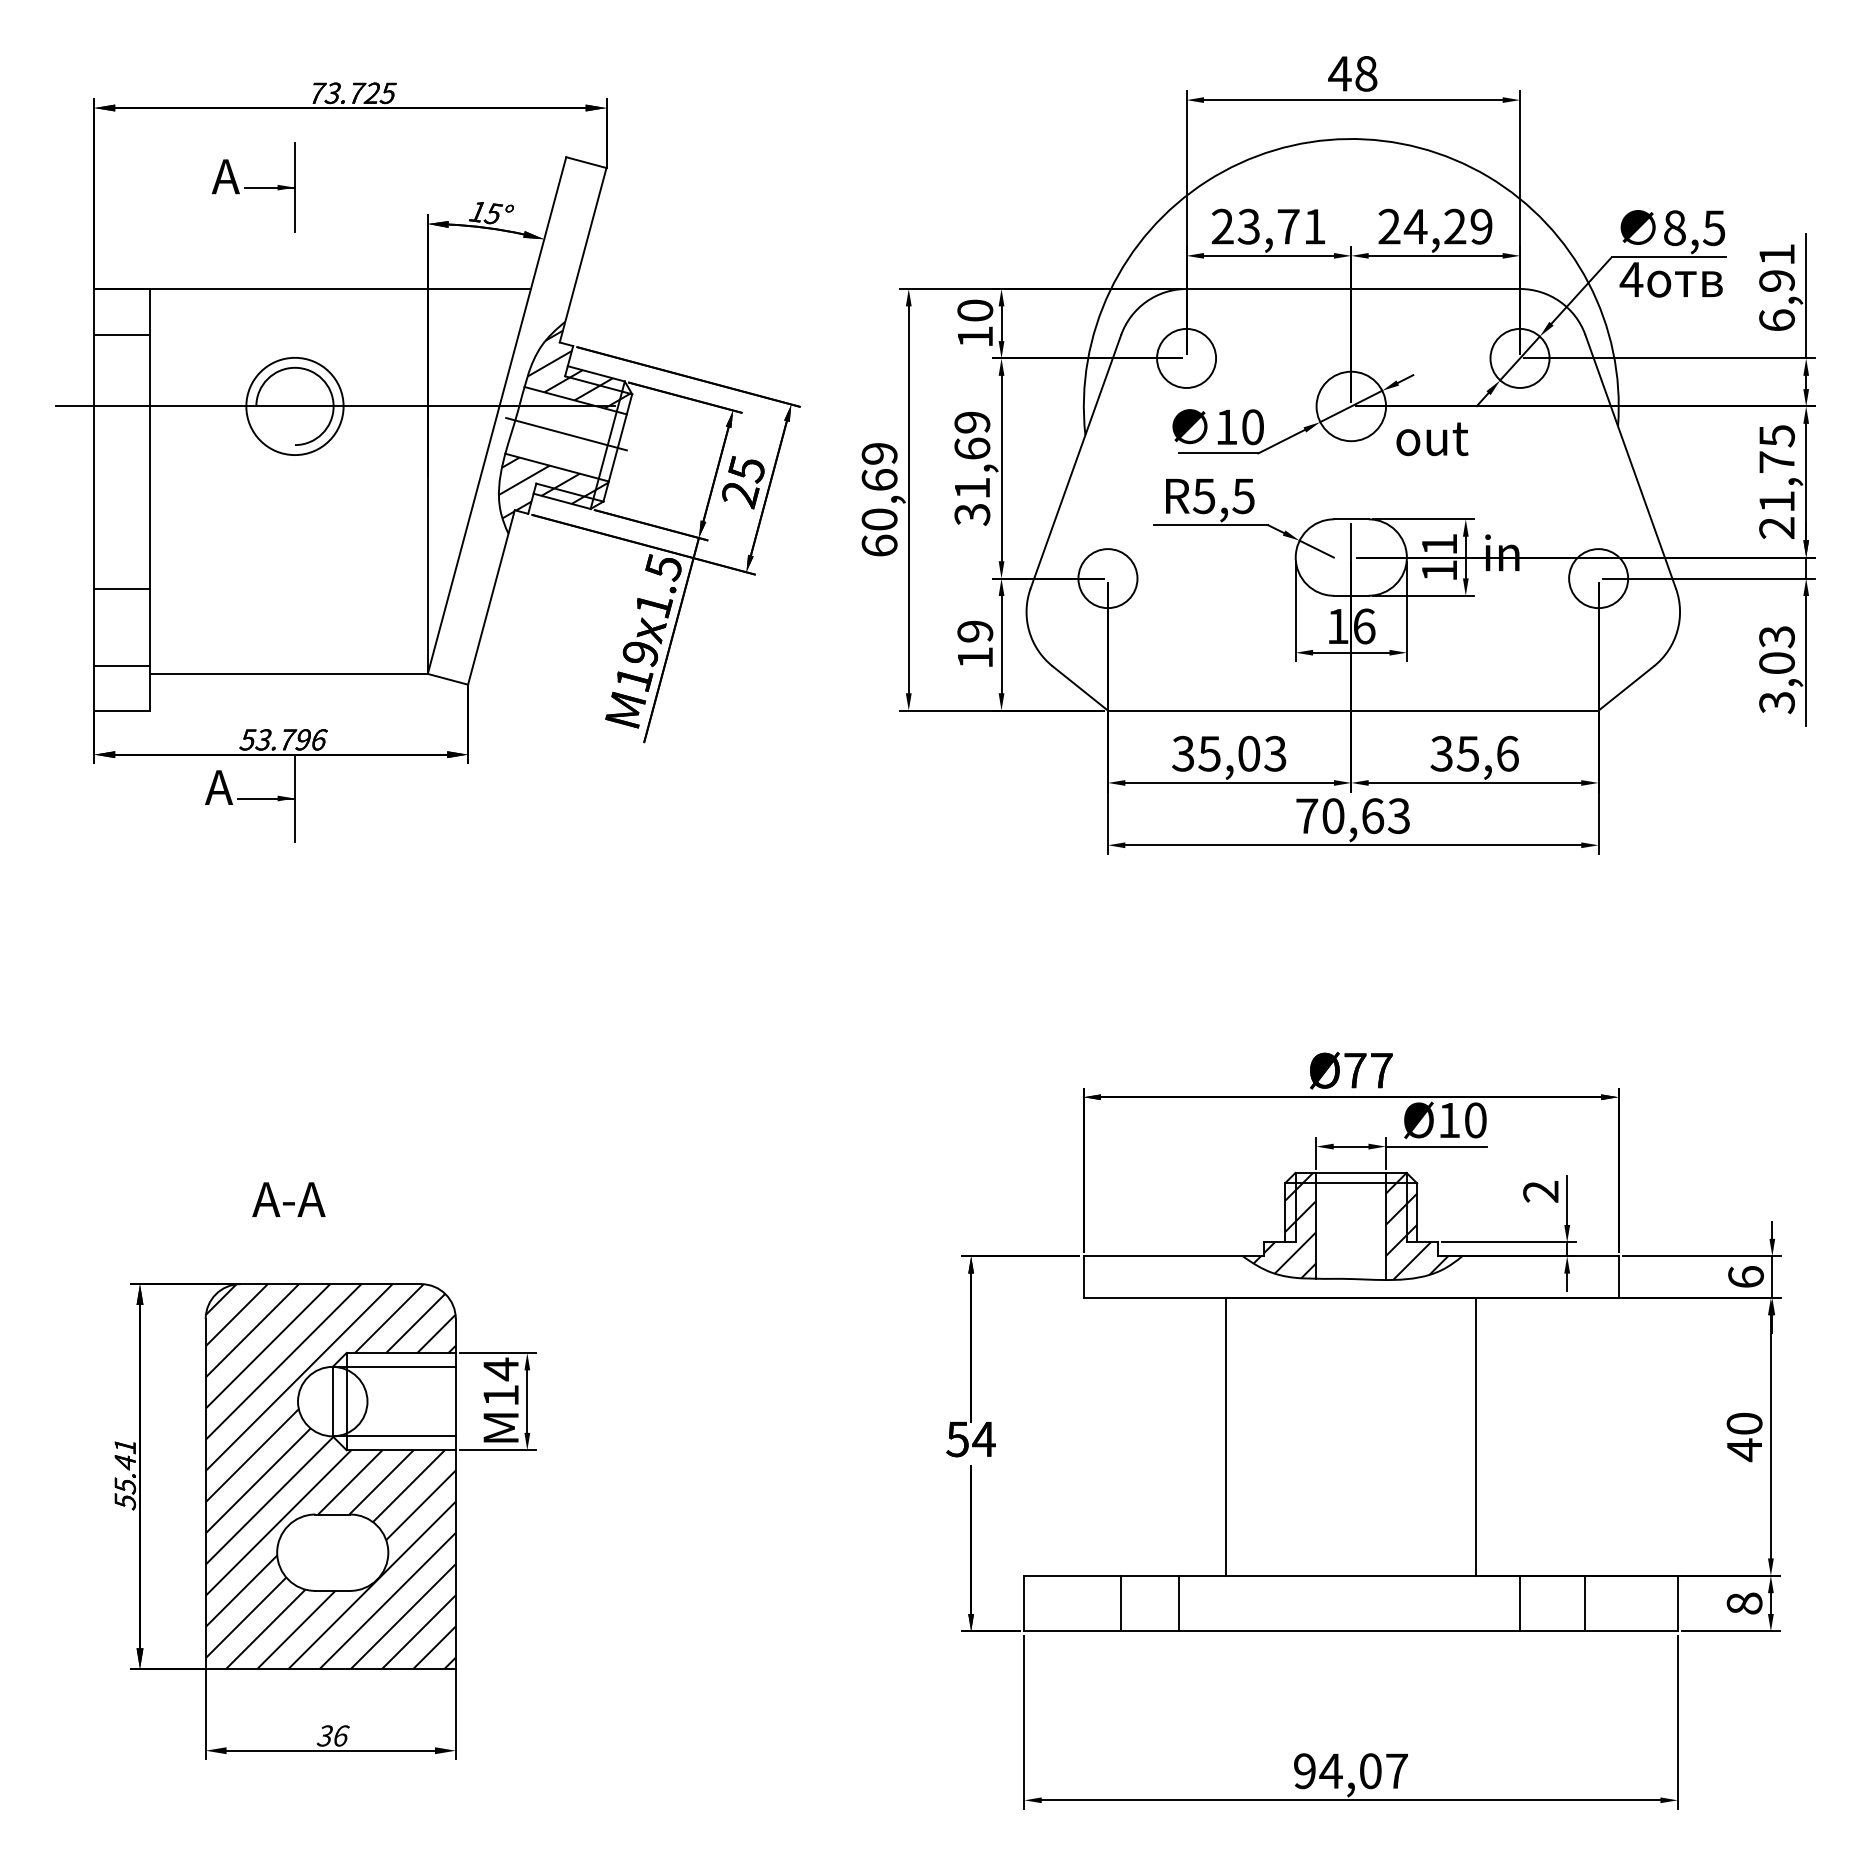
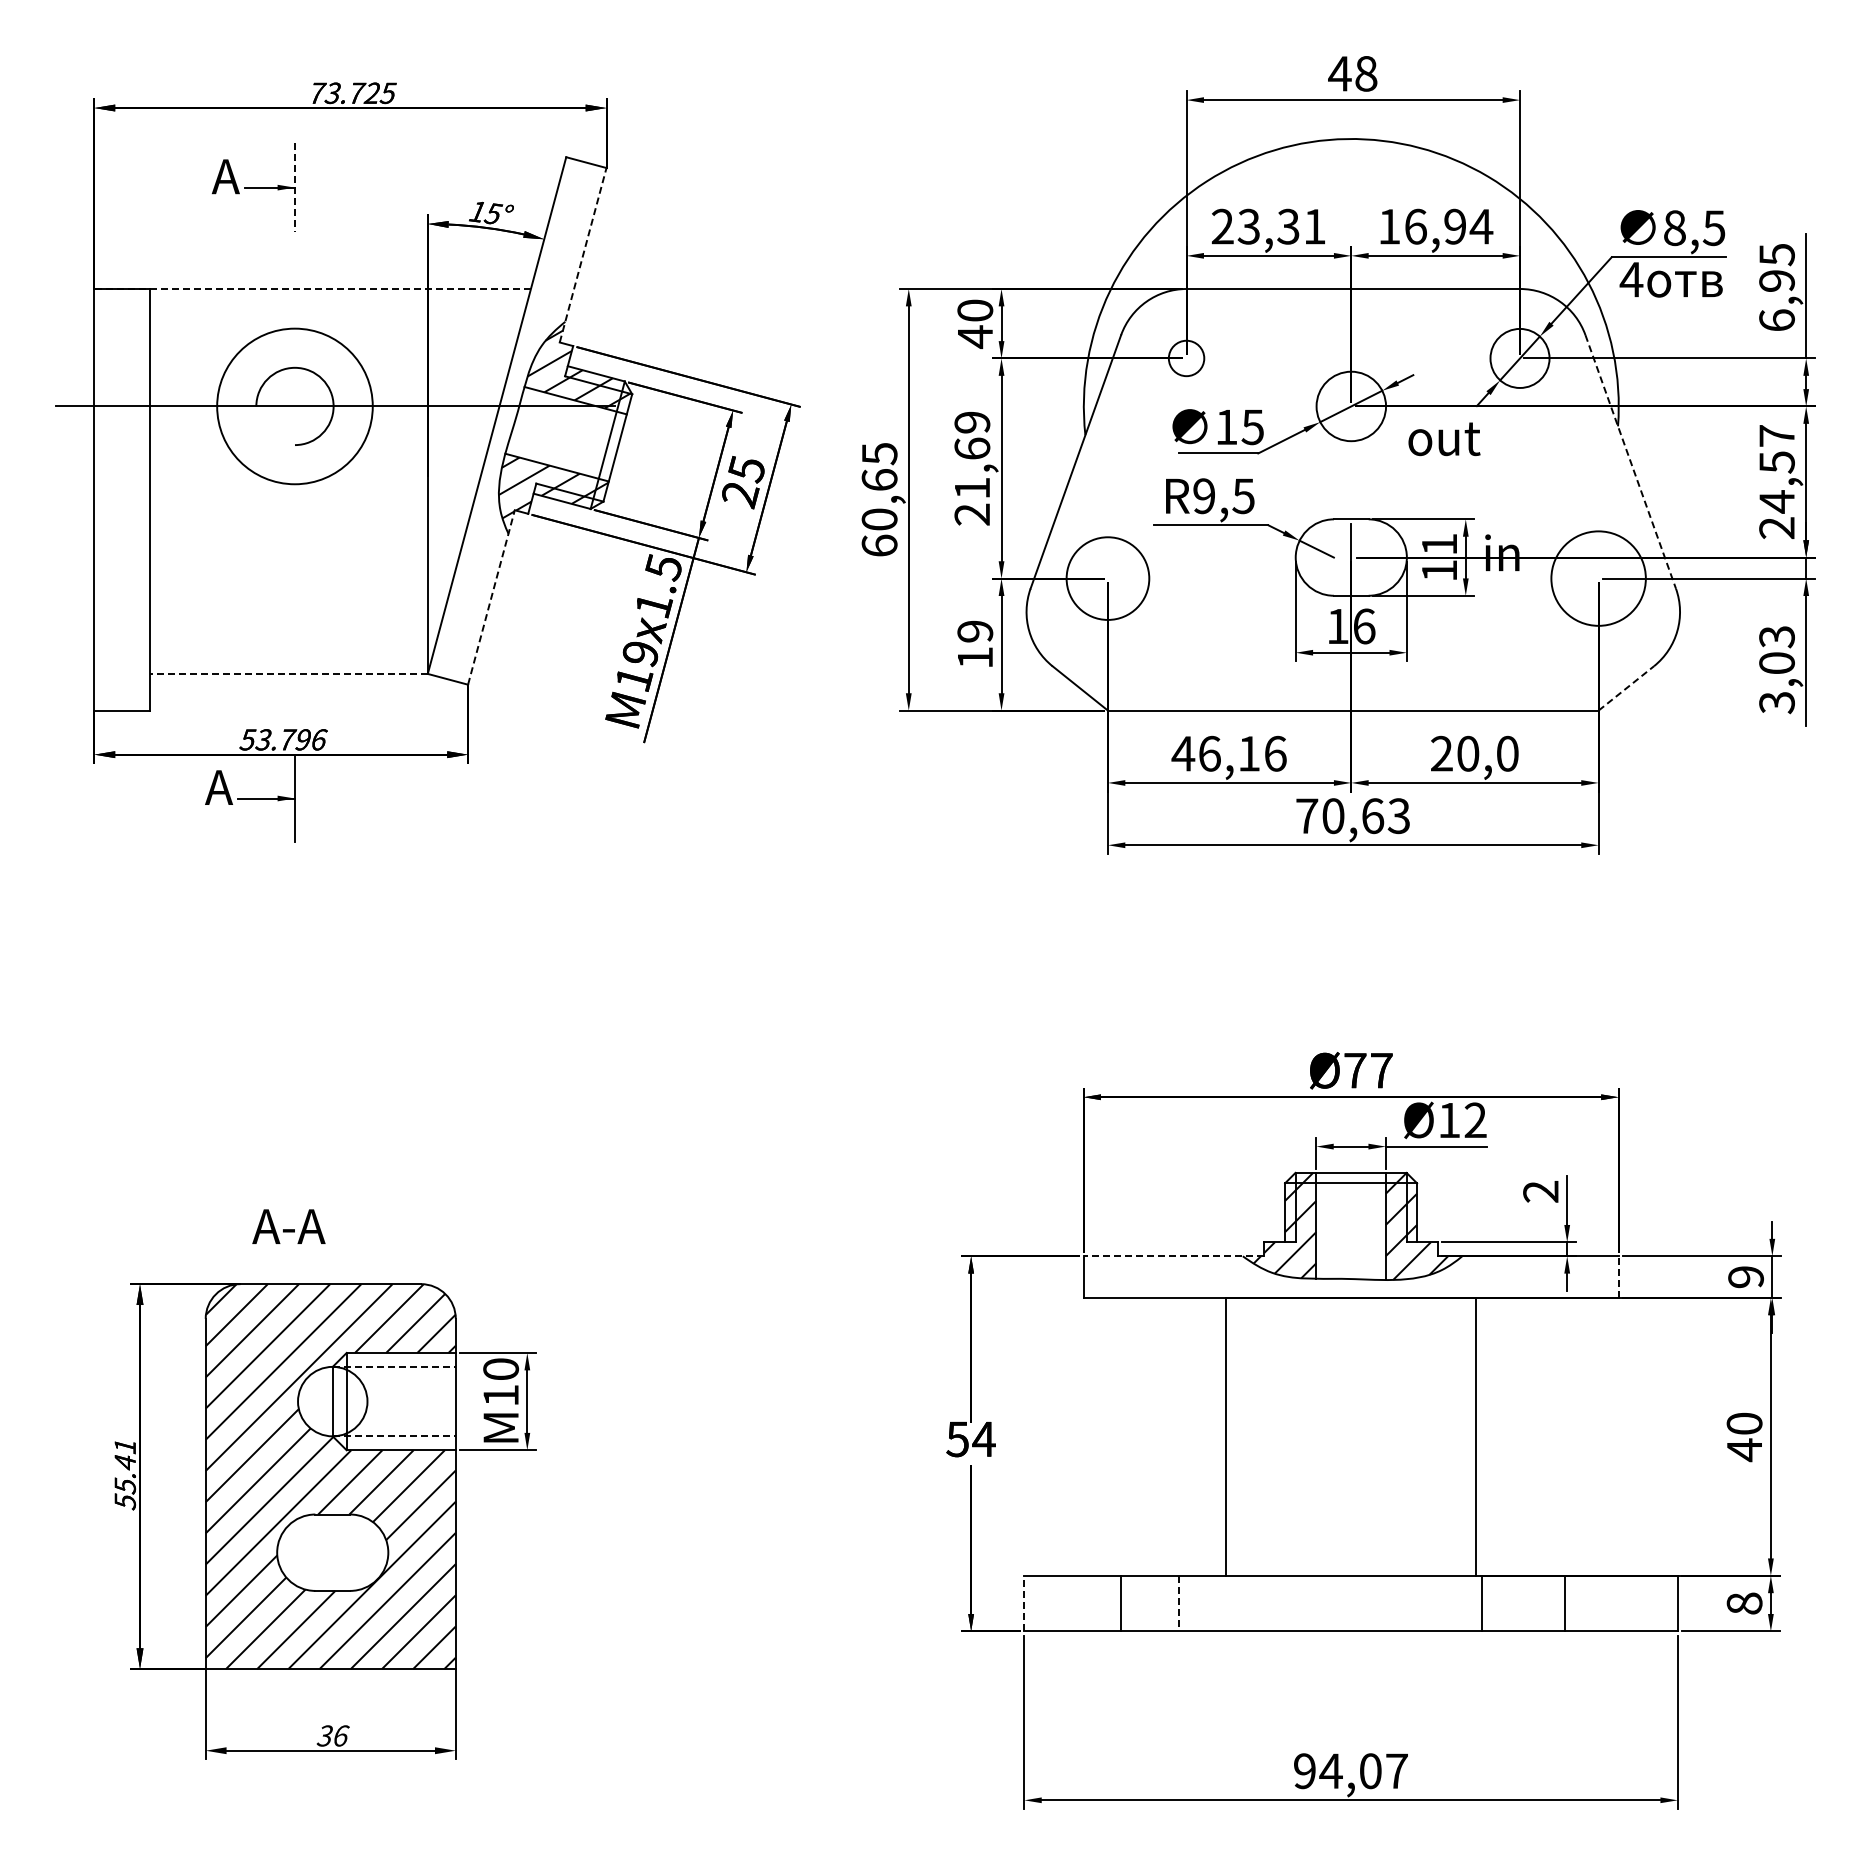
line at (294, 188): solid -> dashed
text at (1288, 226): 23,71 -> 23,31
text at (1435, 226): 24,29 -> 16,94
line at (583, 254): solid -> dashed
text at (1776, 255): 6,91 -> 6,95
line at (312, 289): solid -> dashed
line at (121, 335): present -> none
text at (975, 337): 10 -> 40
circle at (1186, 357) diameter: 59 px -> 35 px
circle at (294, 406) diameter: 97 px -> 156 px
text at (1252, 427): 10 -> 15
line at (566, 434): present -> none
text at (1432, 439) position: (1432, 439) -> (1444, 439)
text at (879, 454): 60,69 -> 60,65
line at (1630, 461): solid -> dashed
text at (1776, 469): 21,75 -> 24,57
text at (1203, 496): R5,5 -> R9,5
text at (972, 514): 31,69 -> 21,69
circle at (1107, 578) diameter: 59 px -> 83 px
circle at (1598, 578) diameter: 59 px -> 94 px
line at (121, 588): present -> none
line at (491, 597): solid -> dashed
line at (121, 666): present -> none
line at (288, 673): solid -> dashed
line at (1626, 688): solid -> dashed
text at (1228, 753): 35,03 -> 46,16
text at (1474, 753): 35,6 -> 20,0
text at (1475, 1120): Ø10 -> Ø12
text at (288, 1199) position: (288, 1199) -> (288, 1226)
line at (1173, 1256): solid -> dashed
line at (1618, 1277): solid -> dashed
text at (1745, 1277): 6 -> 9
line at (394, 1366): solid -> dashed
text at (501, 1369): M14 -> M10
line at (394, 1436): solid -> dashed
line at (1024, 1603): solid -> dashed
line at (1178, 1603): solid -> dashed
line at (1520, 1603) position: (1520, 1603) -> (1482, 1603)
line at (1585, 1603) position: (1585, 1603) -> (1565, 1603)
